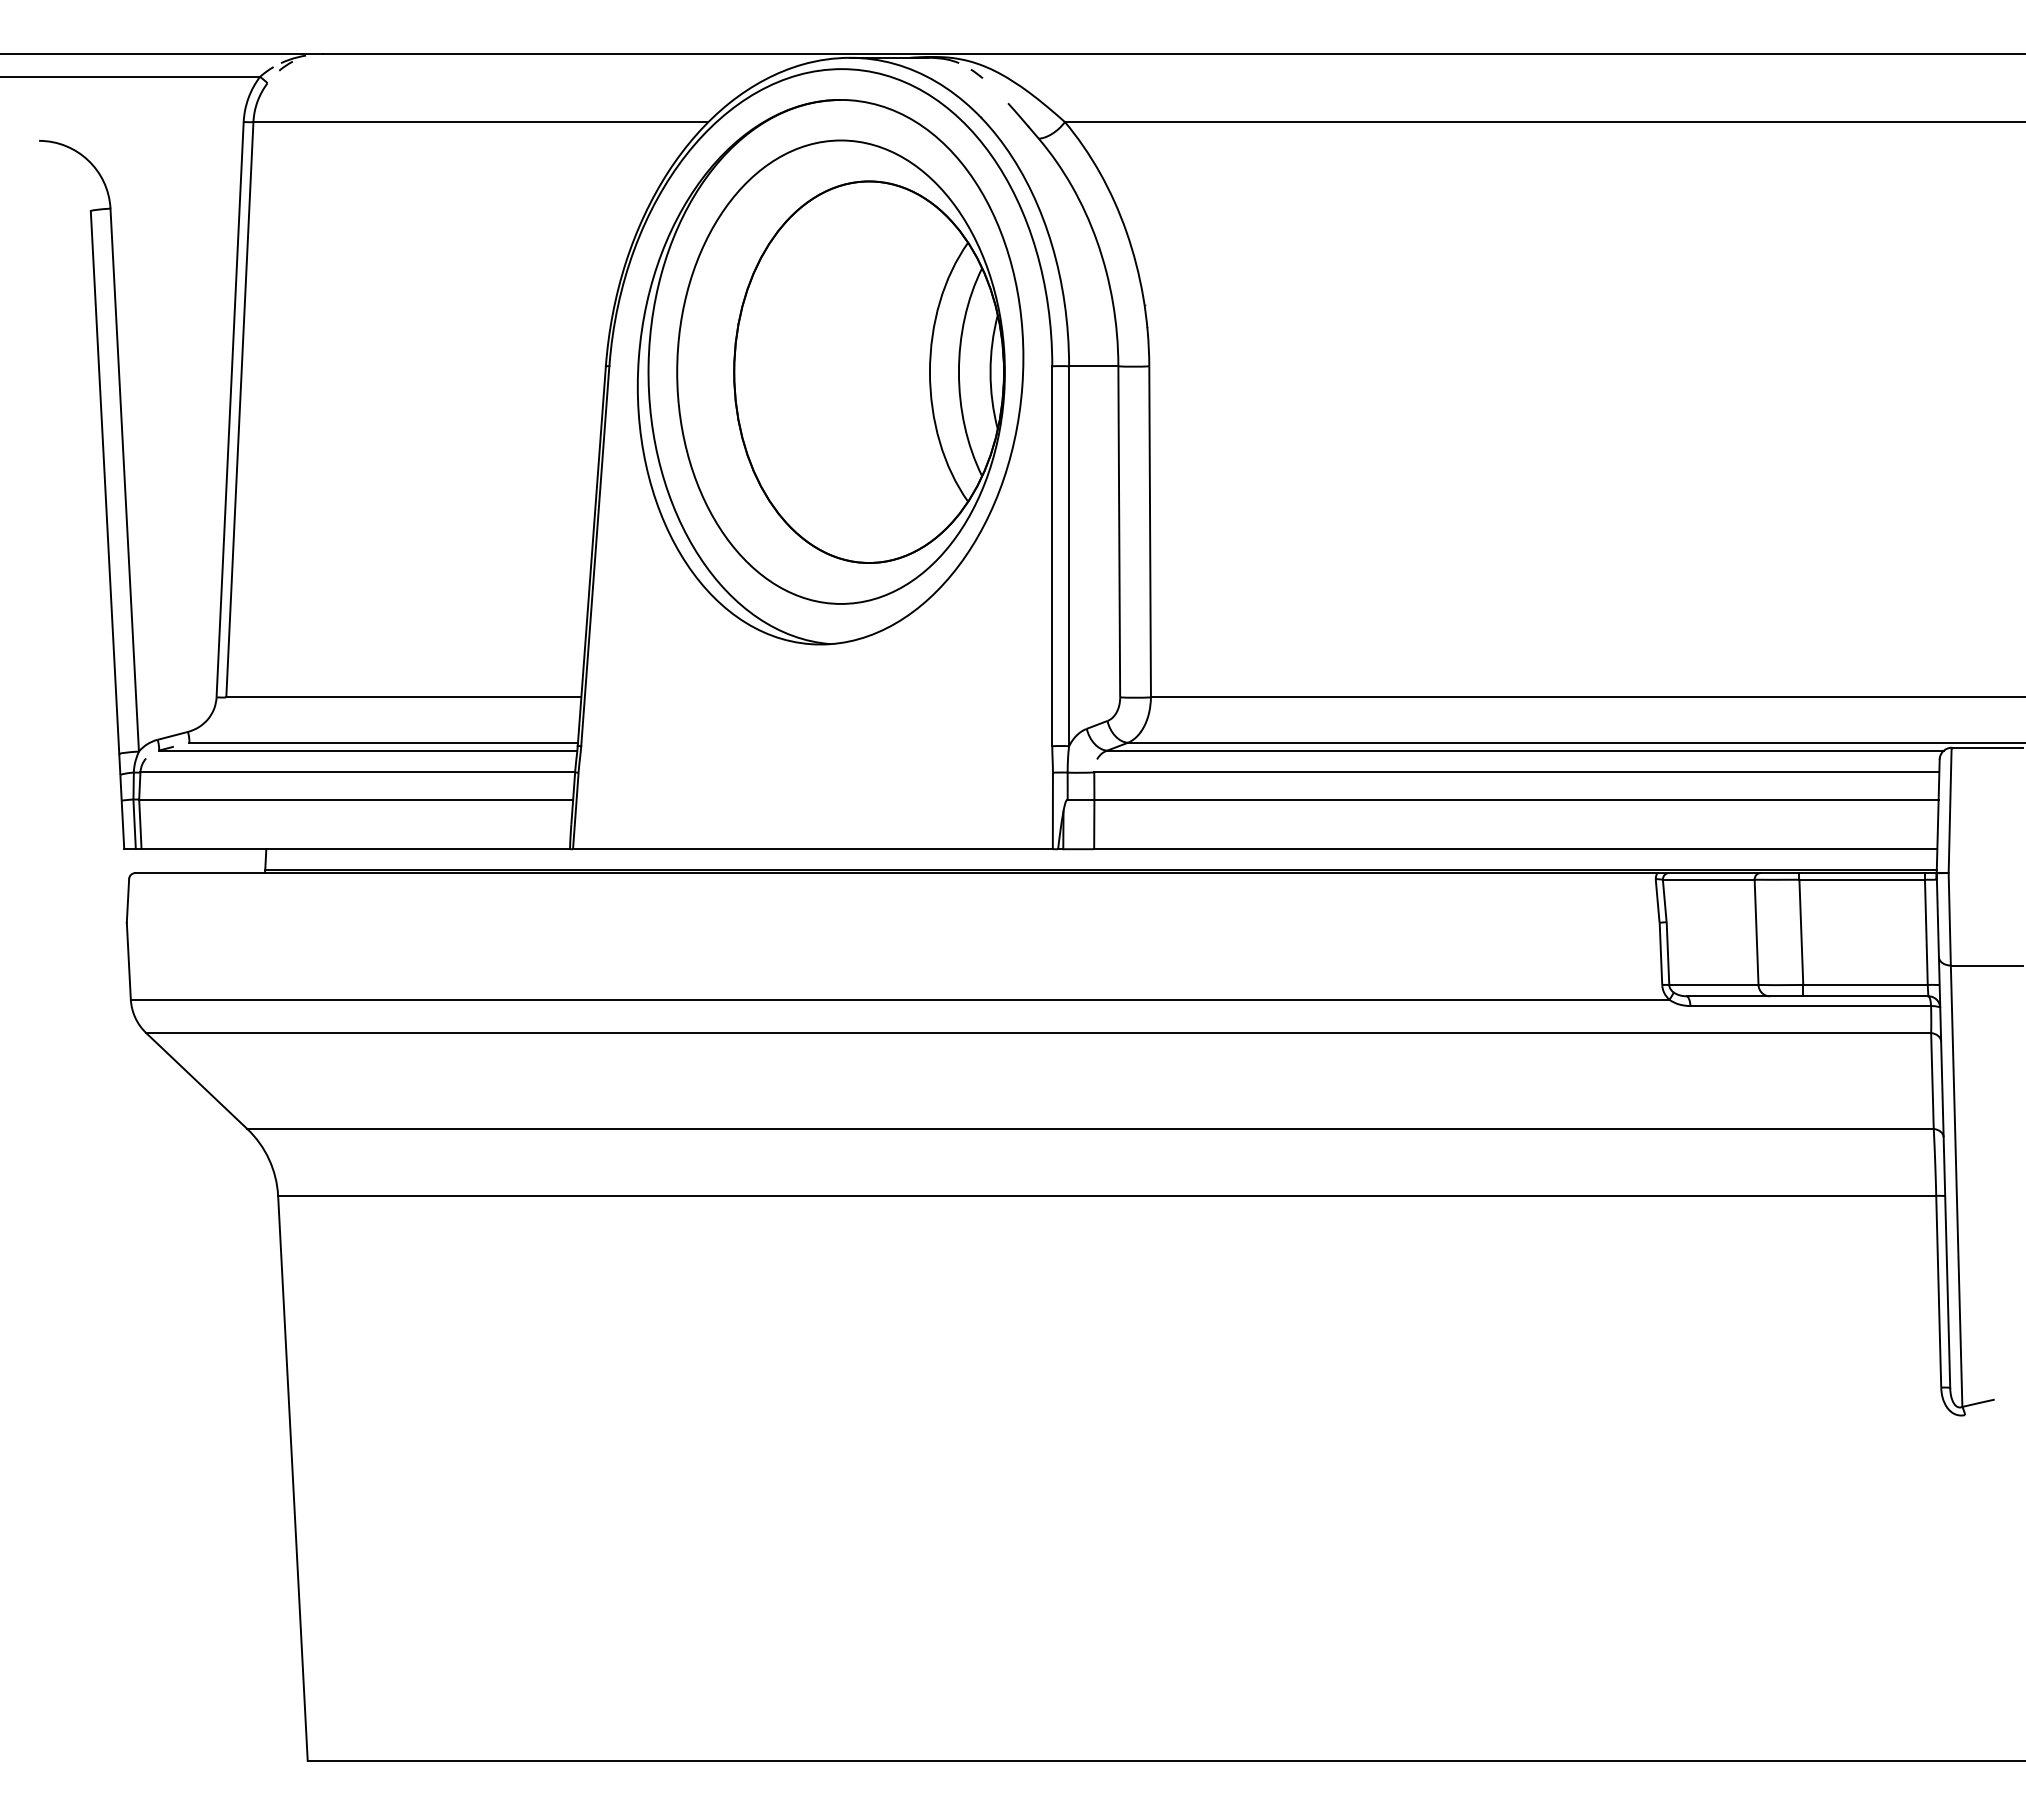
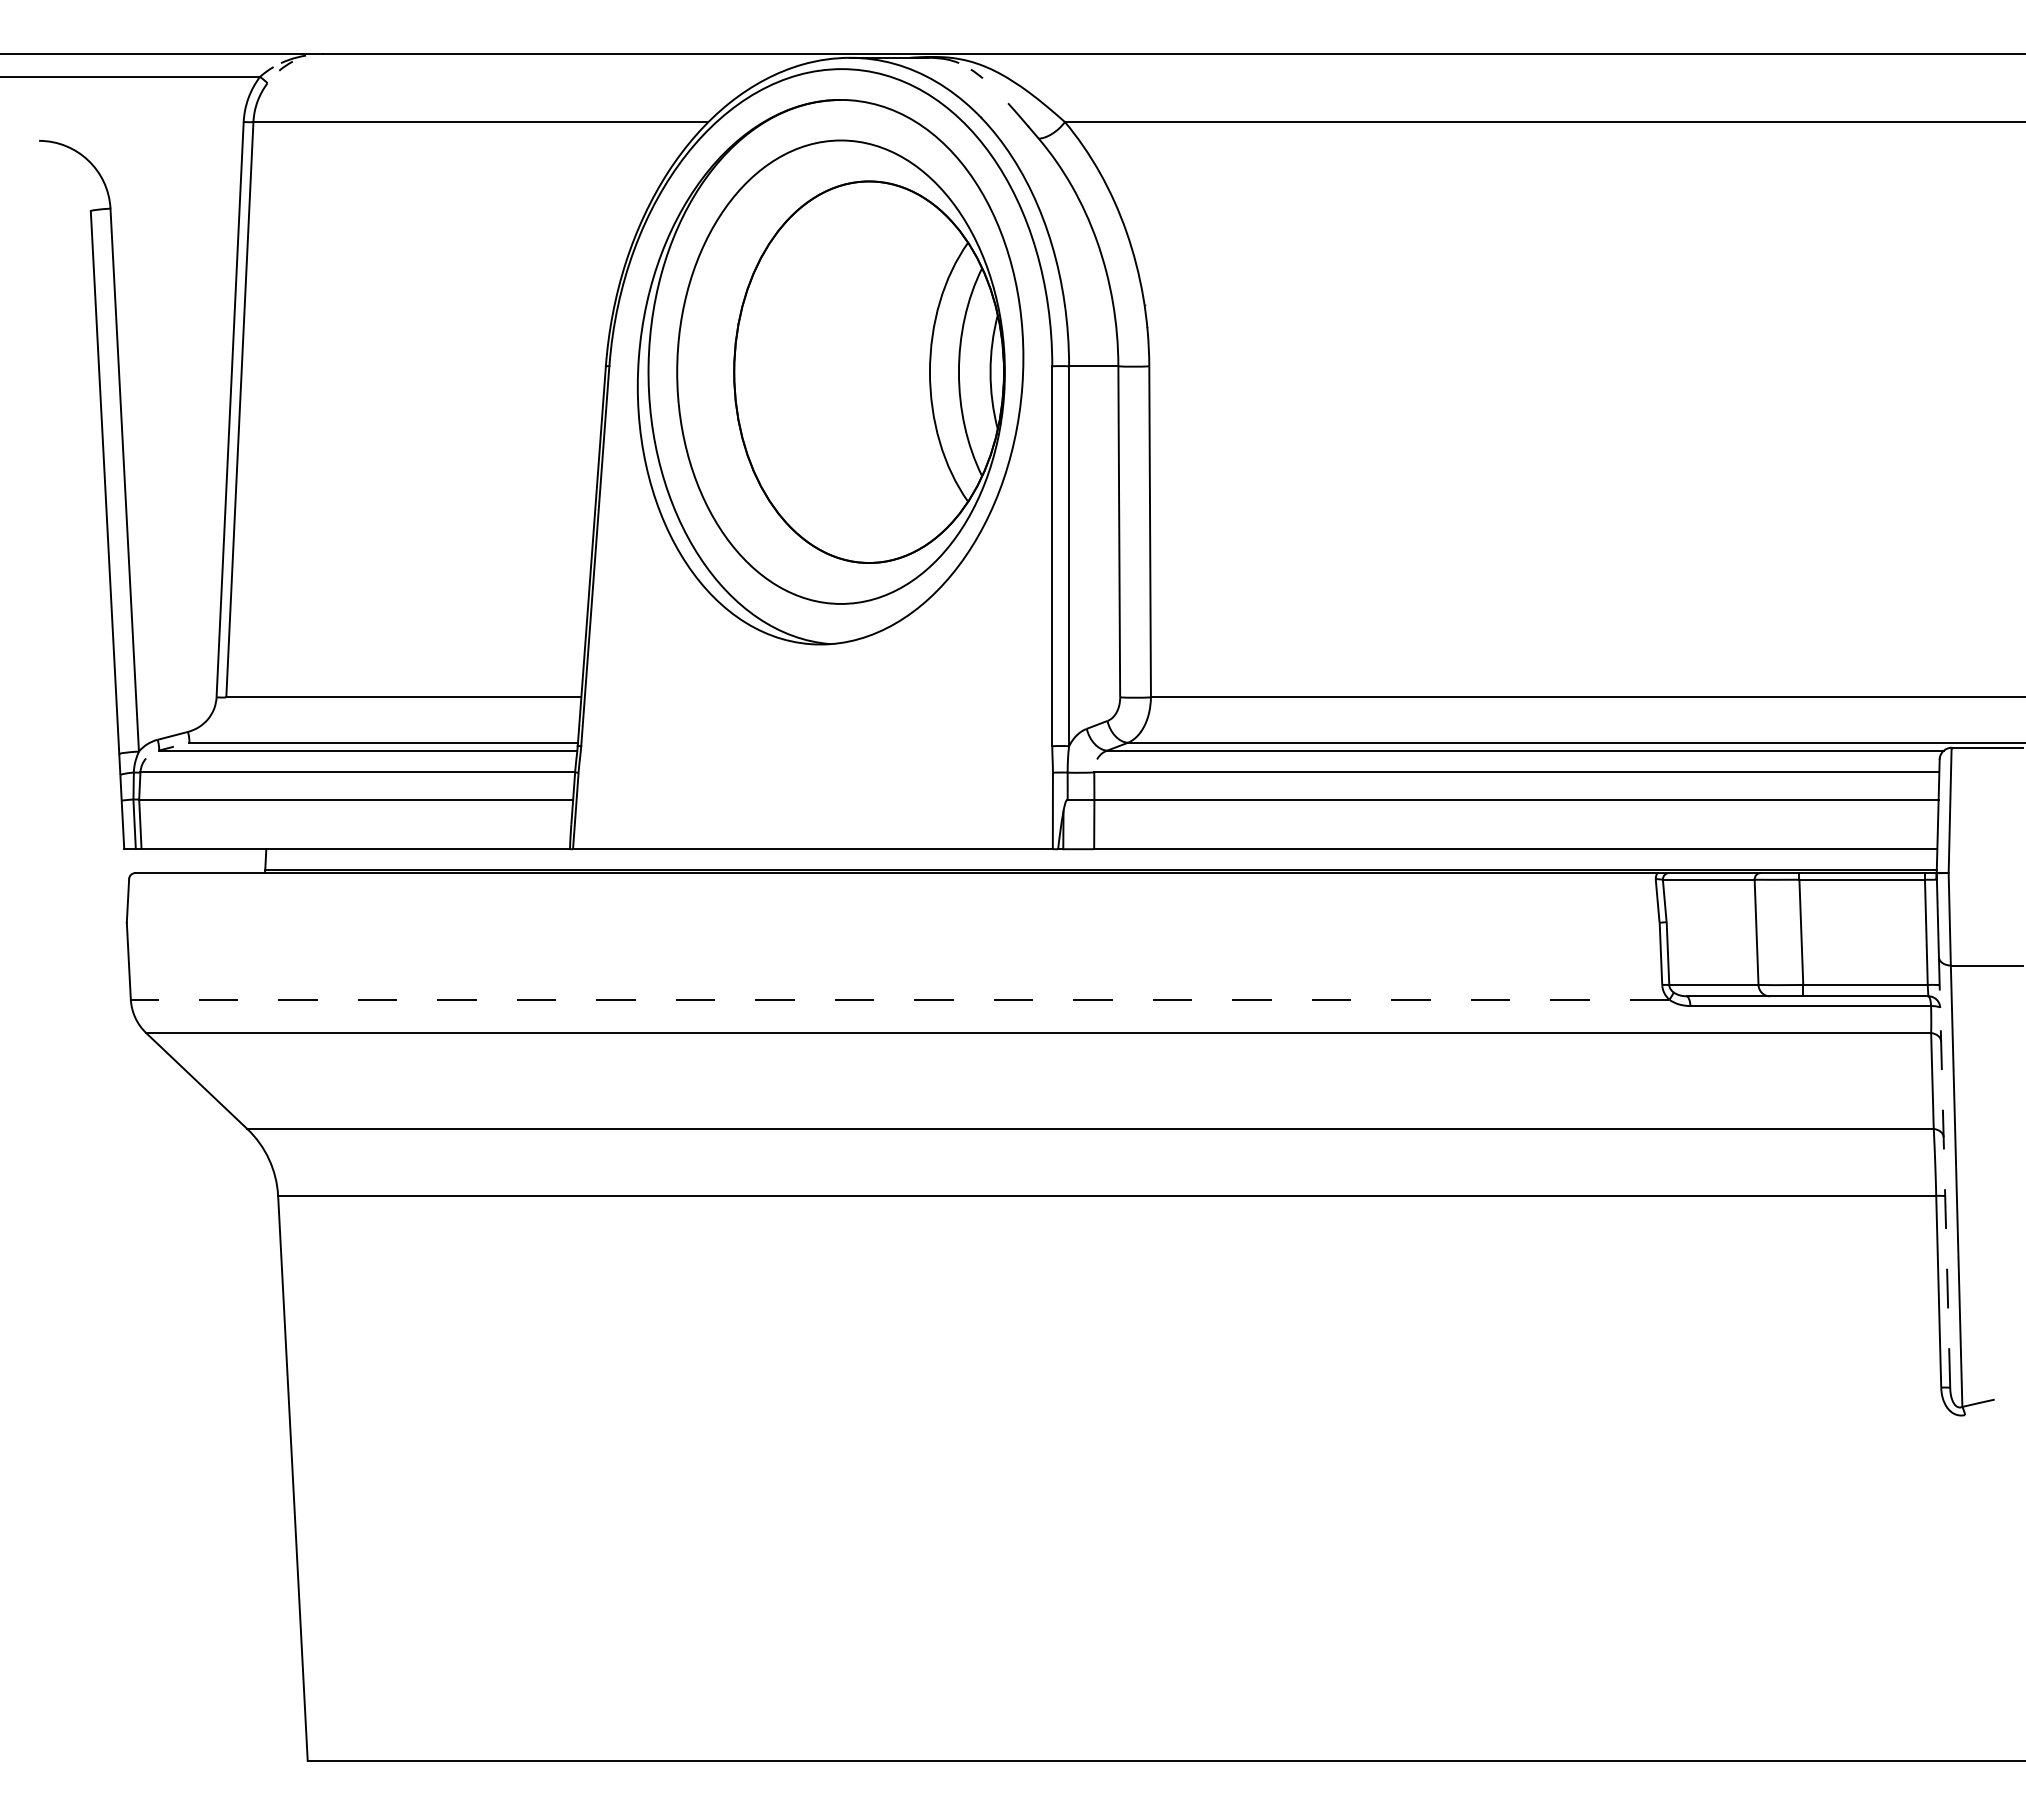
line at (899, 999): solid -> dashed
line at (1944, 1172): solid -> dashed
